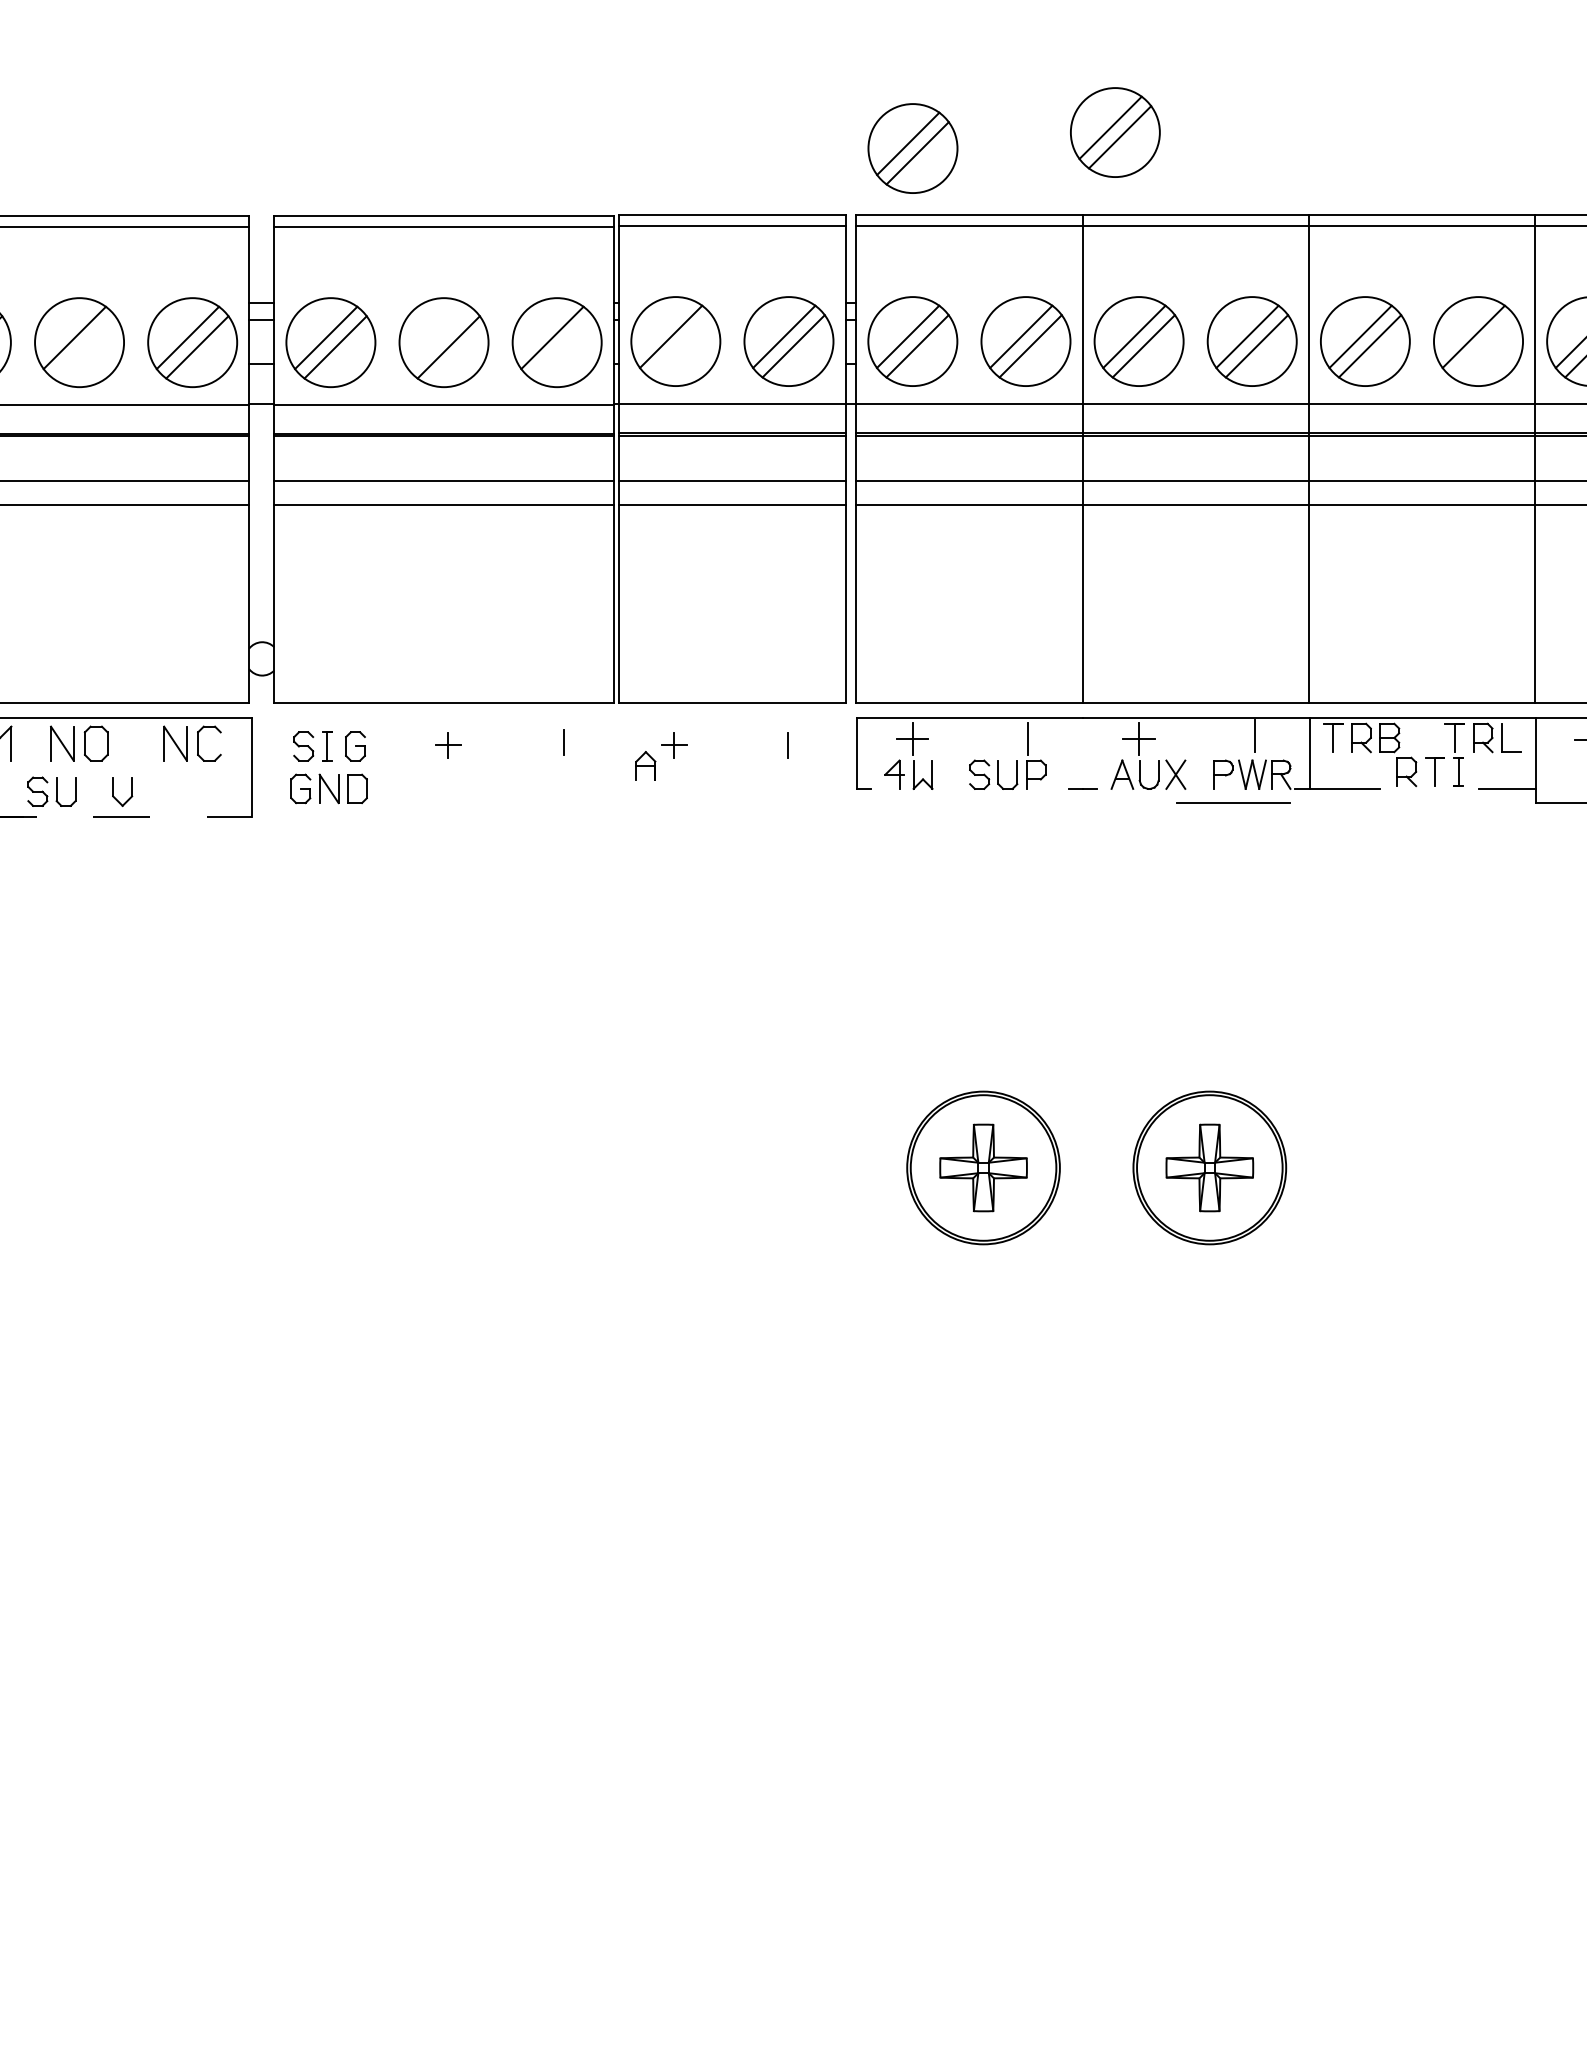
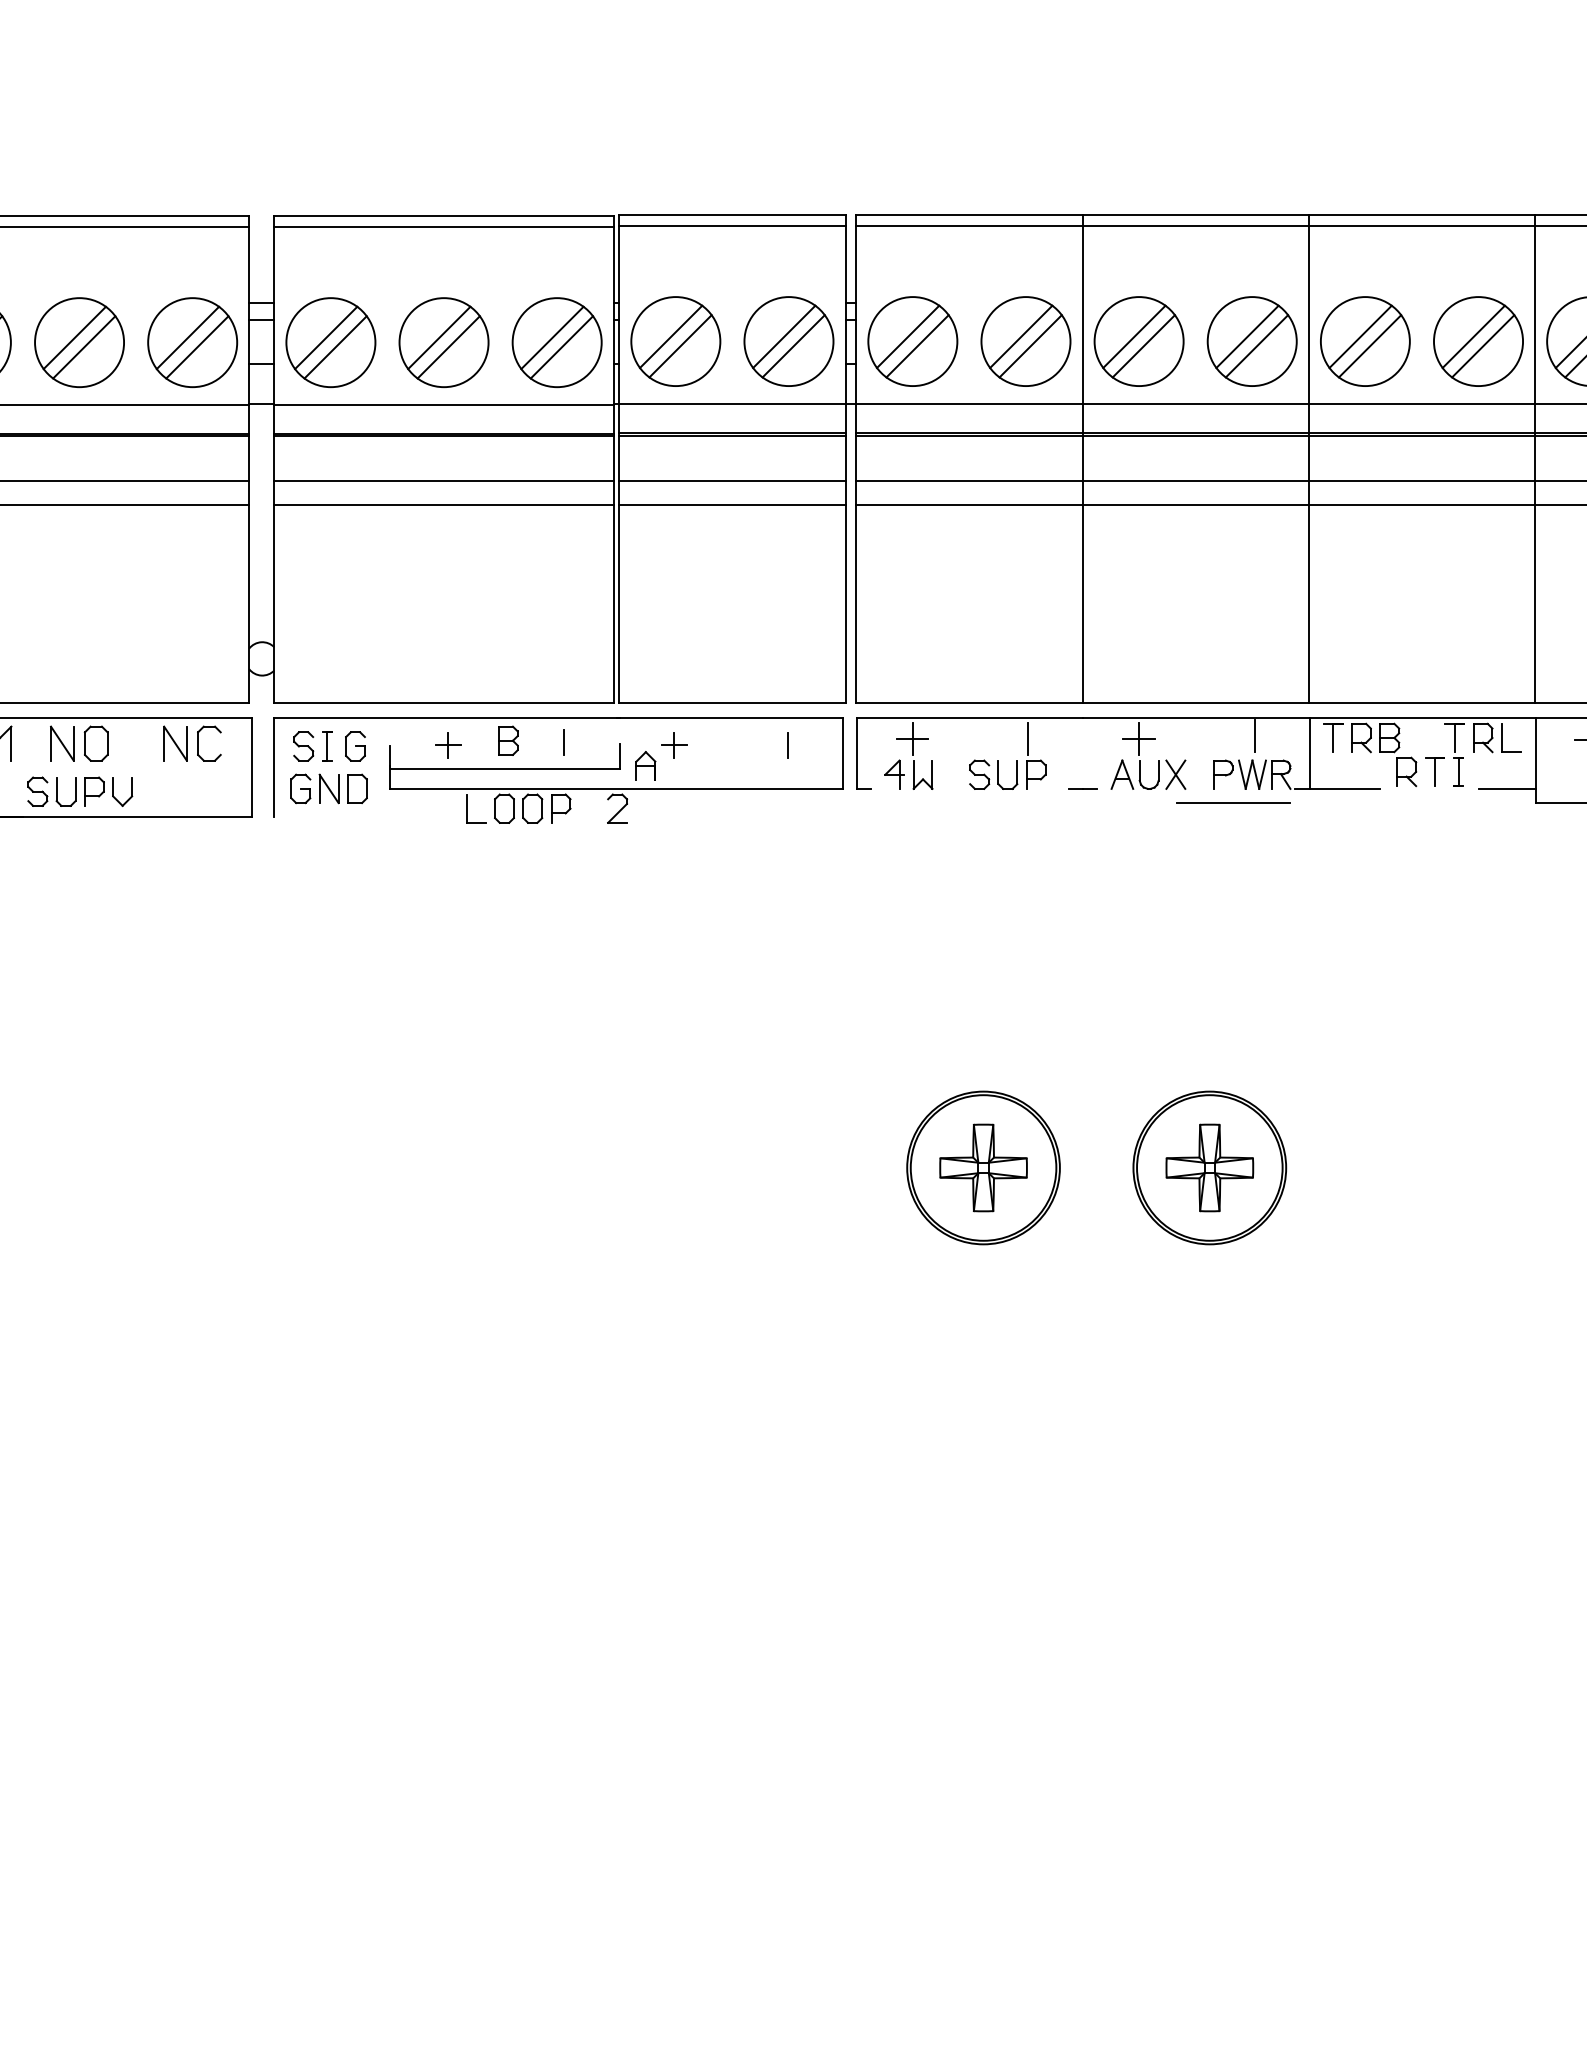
part at (1115, 132): present -> none
part at (912, 148): present -> none
line at (439, 337): none -> present
line at (680, 346): none -> present
line at (1483, 346): none -> present
line at (84, 347): none -> present
line at (561, 347): none -> present
part at (558, 770): none -> present
part at (94, 791): none -> present
line at (126, 817): dashed -> solid
